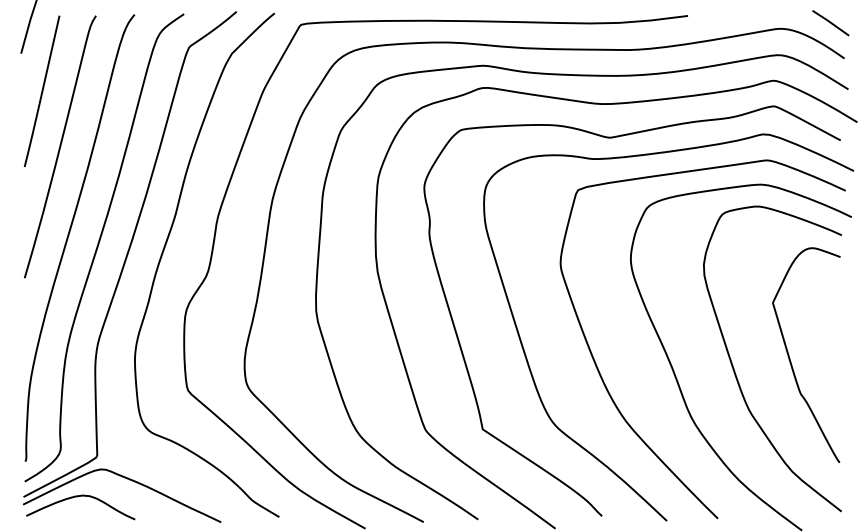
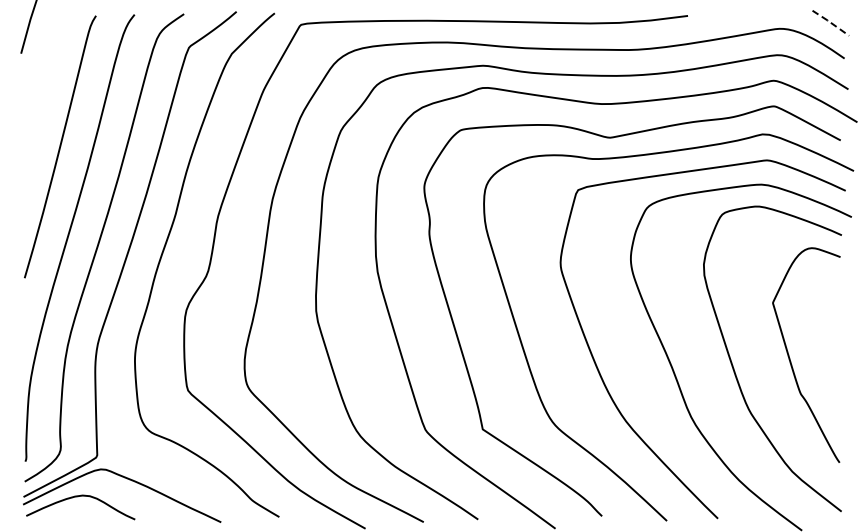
line at (830, 22): solid -> dashed
line at (41, 91): present -> none
